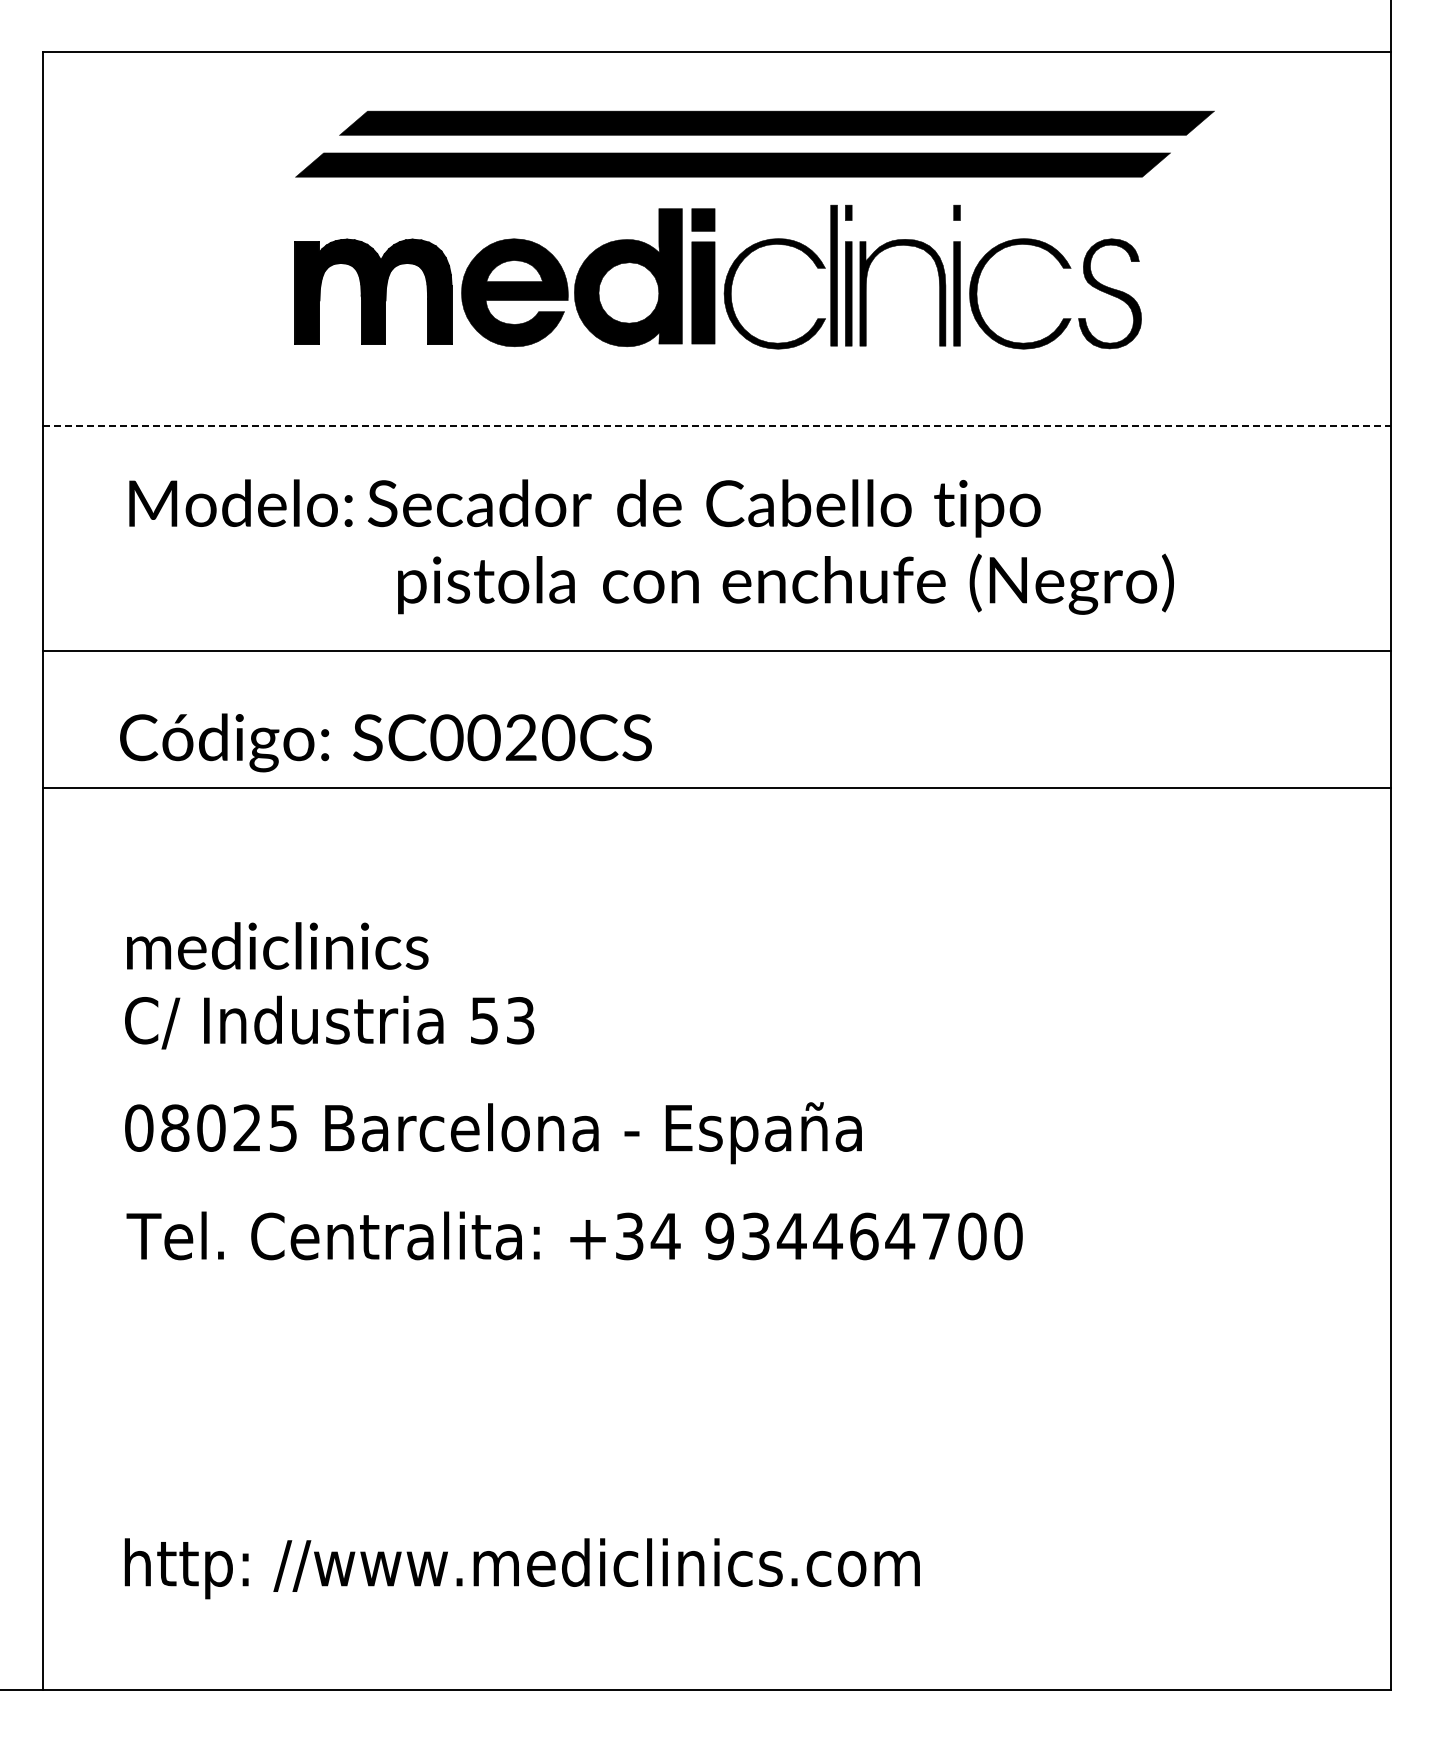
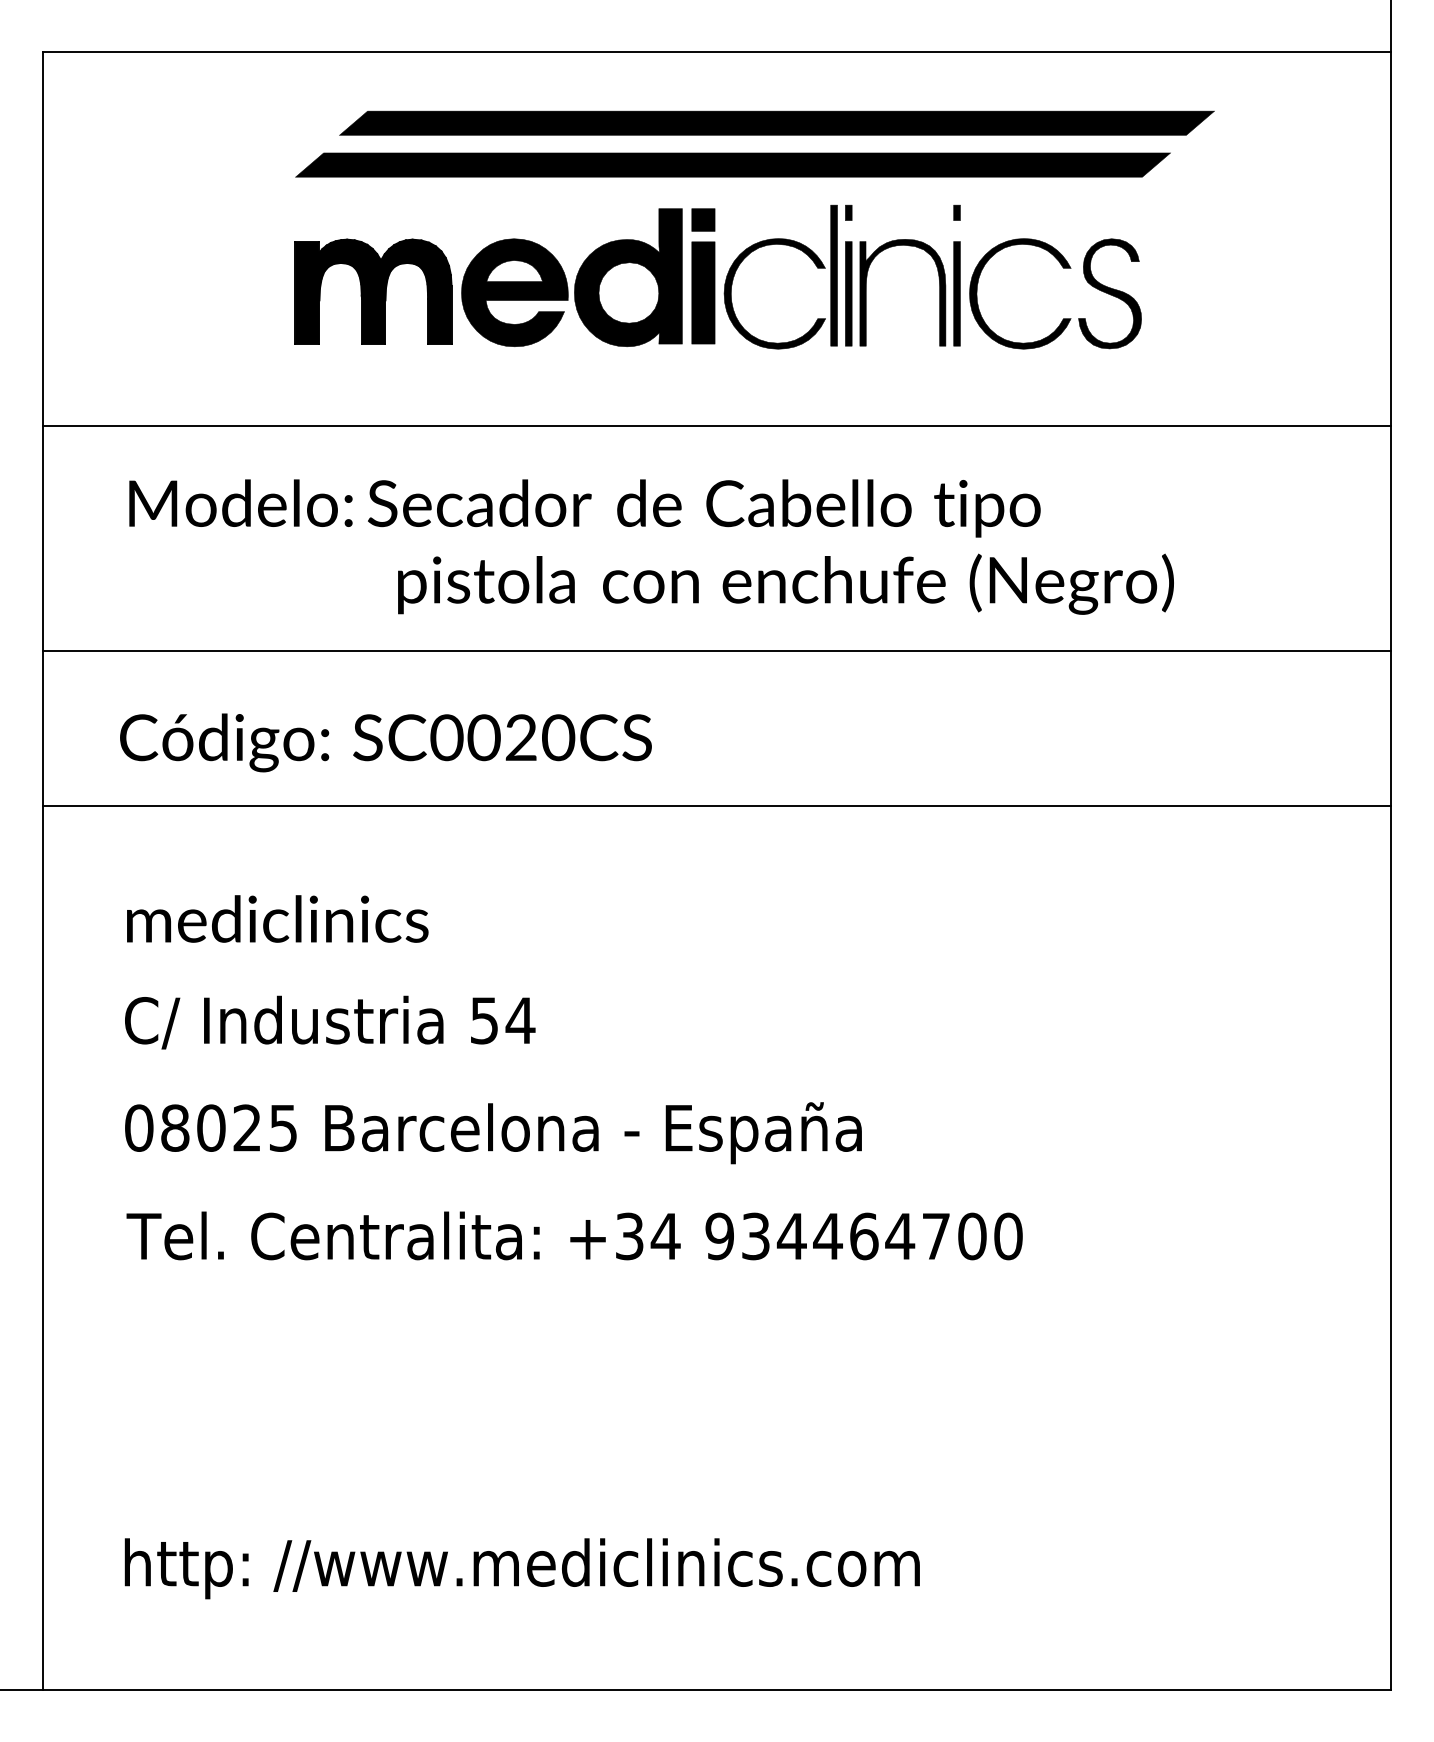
line at (717, 426): dashed -> solid
line at (716, 787) position: (716, 787) -> (716, 805)
text at (277, 945) position: (277, 945) -> (277, 918)
text at (520, 1020): 53 -> 54
